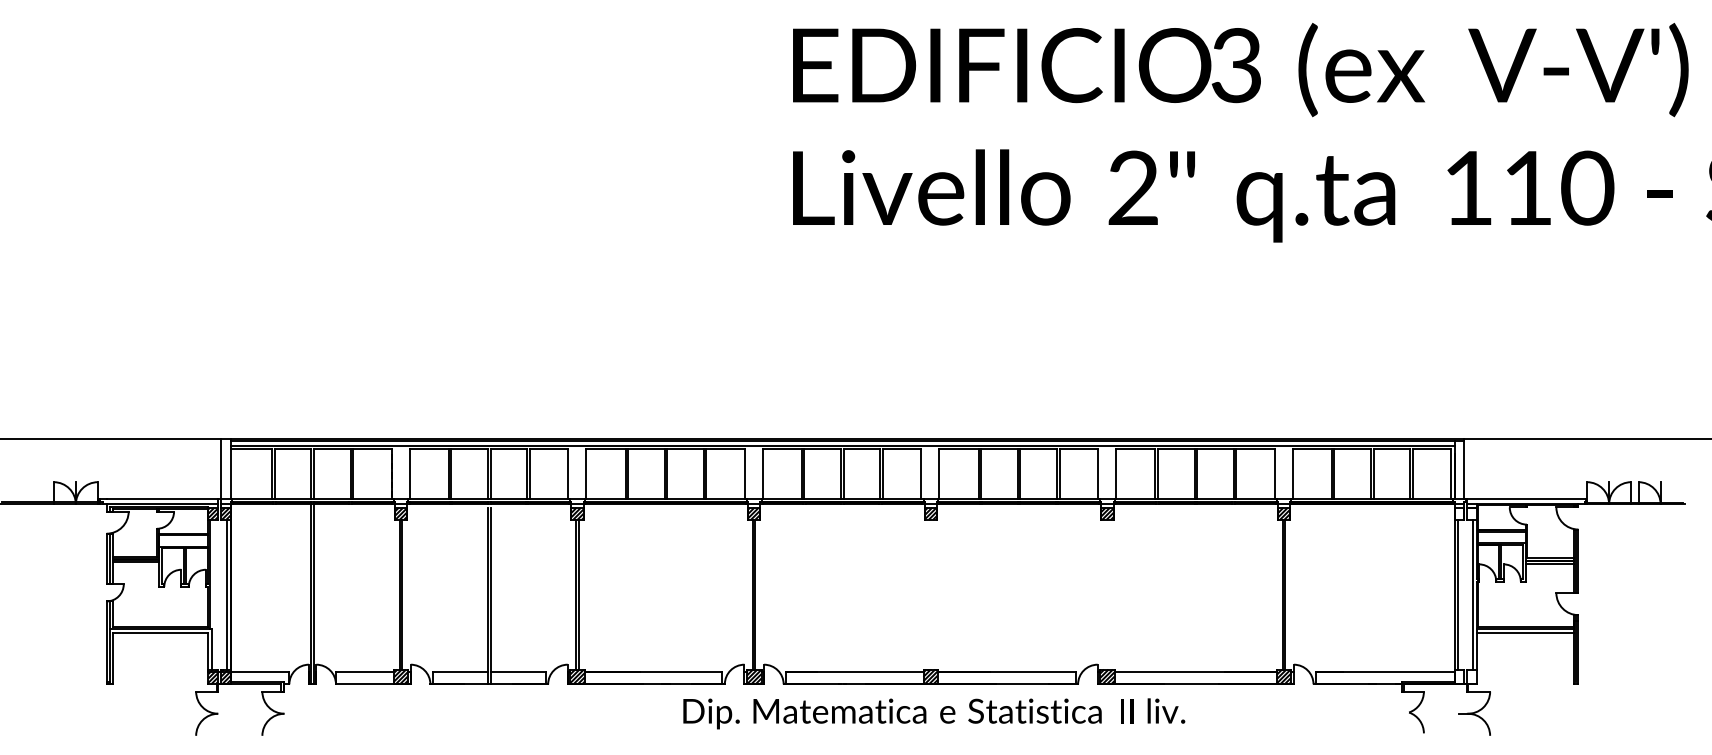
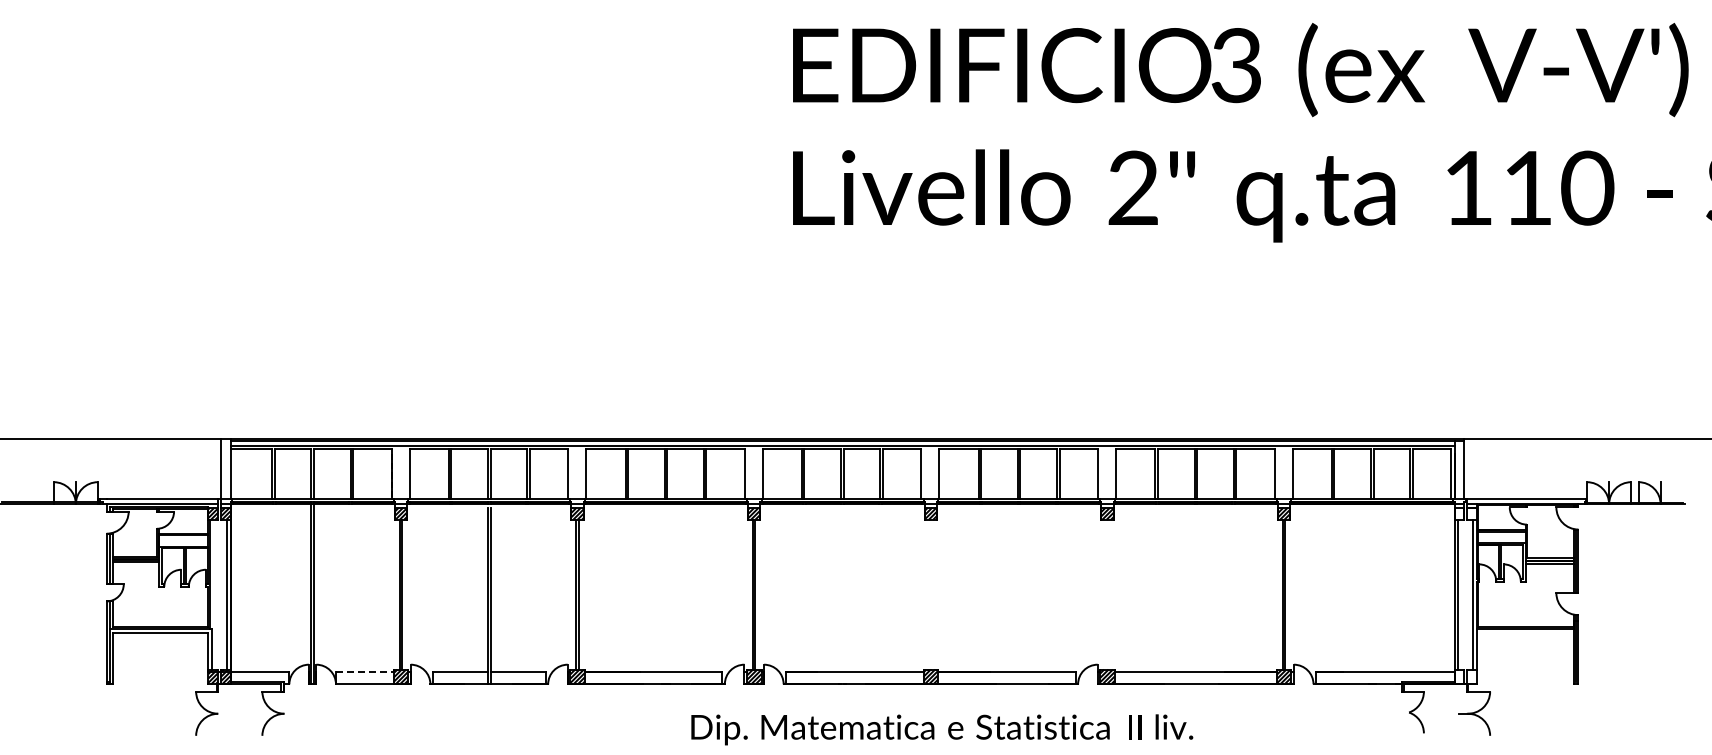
line at (1524, 633): present -> none
line at (364, 672): solid -> dashed
text at (934, 713) position: (934, 713) -> (942, 729)
